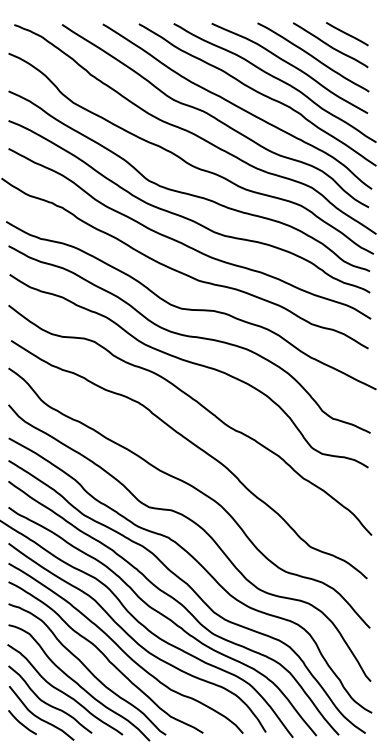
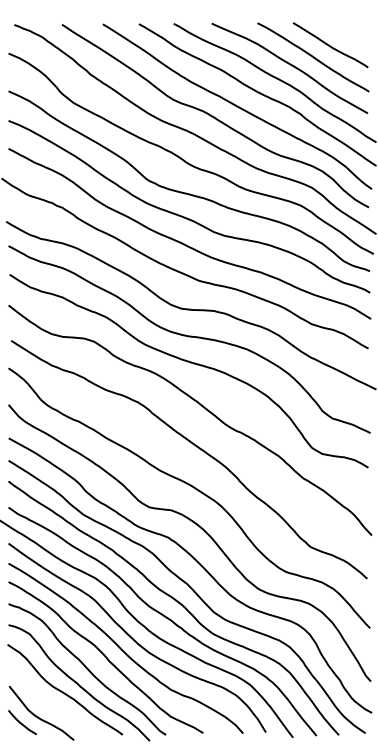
line at (347, 34): present -> none
curve at (48, 703): present -> none
